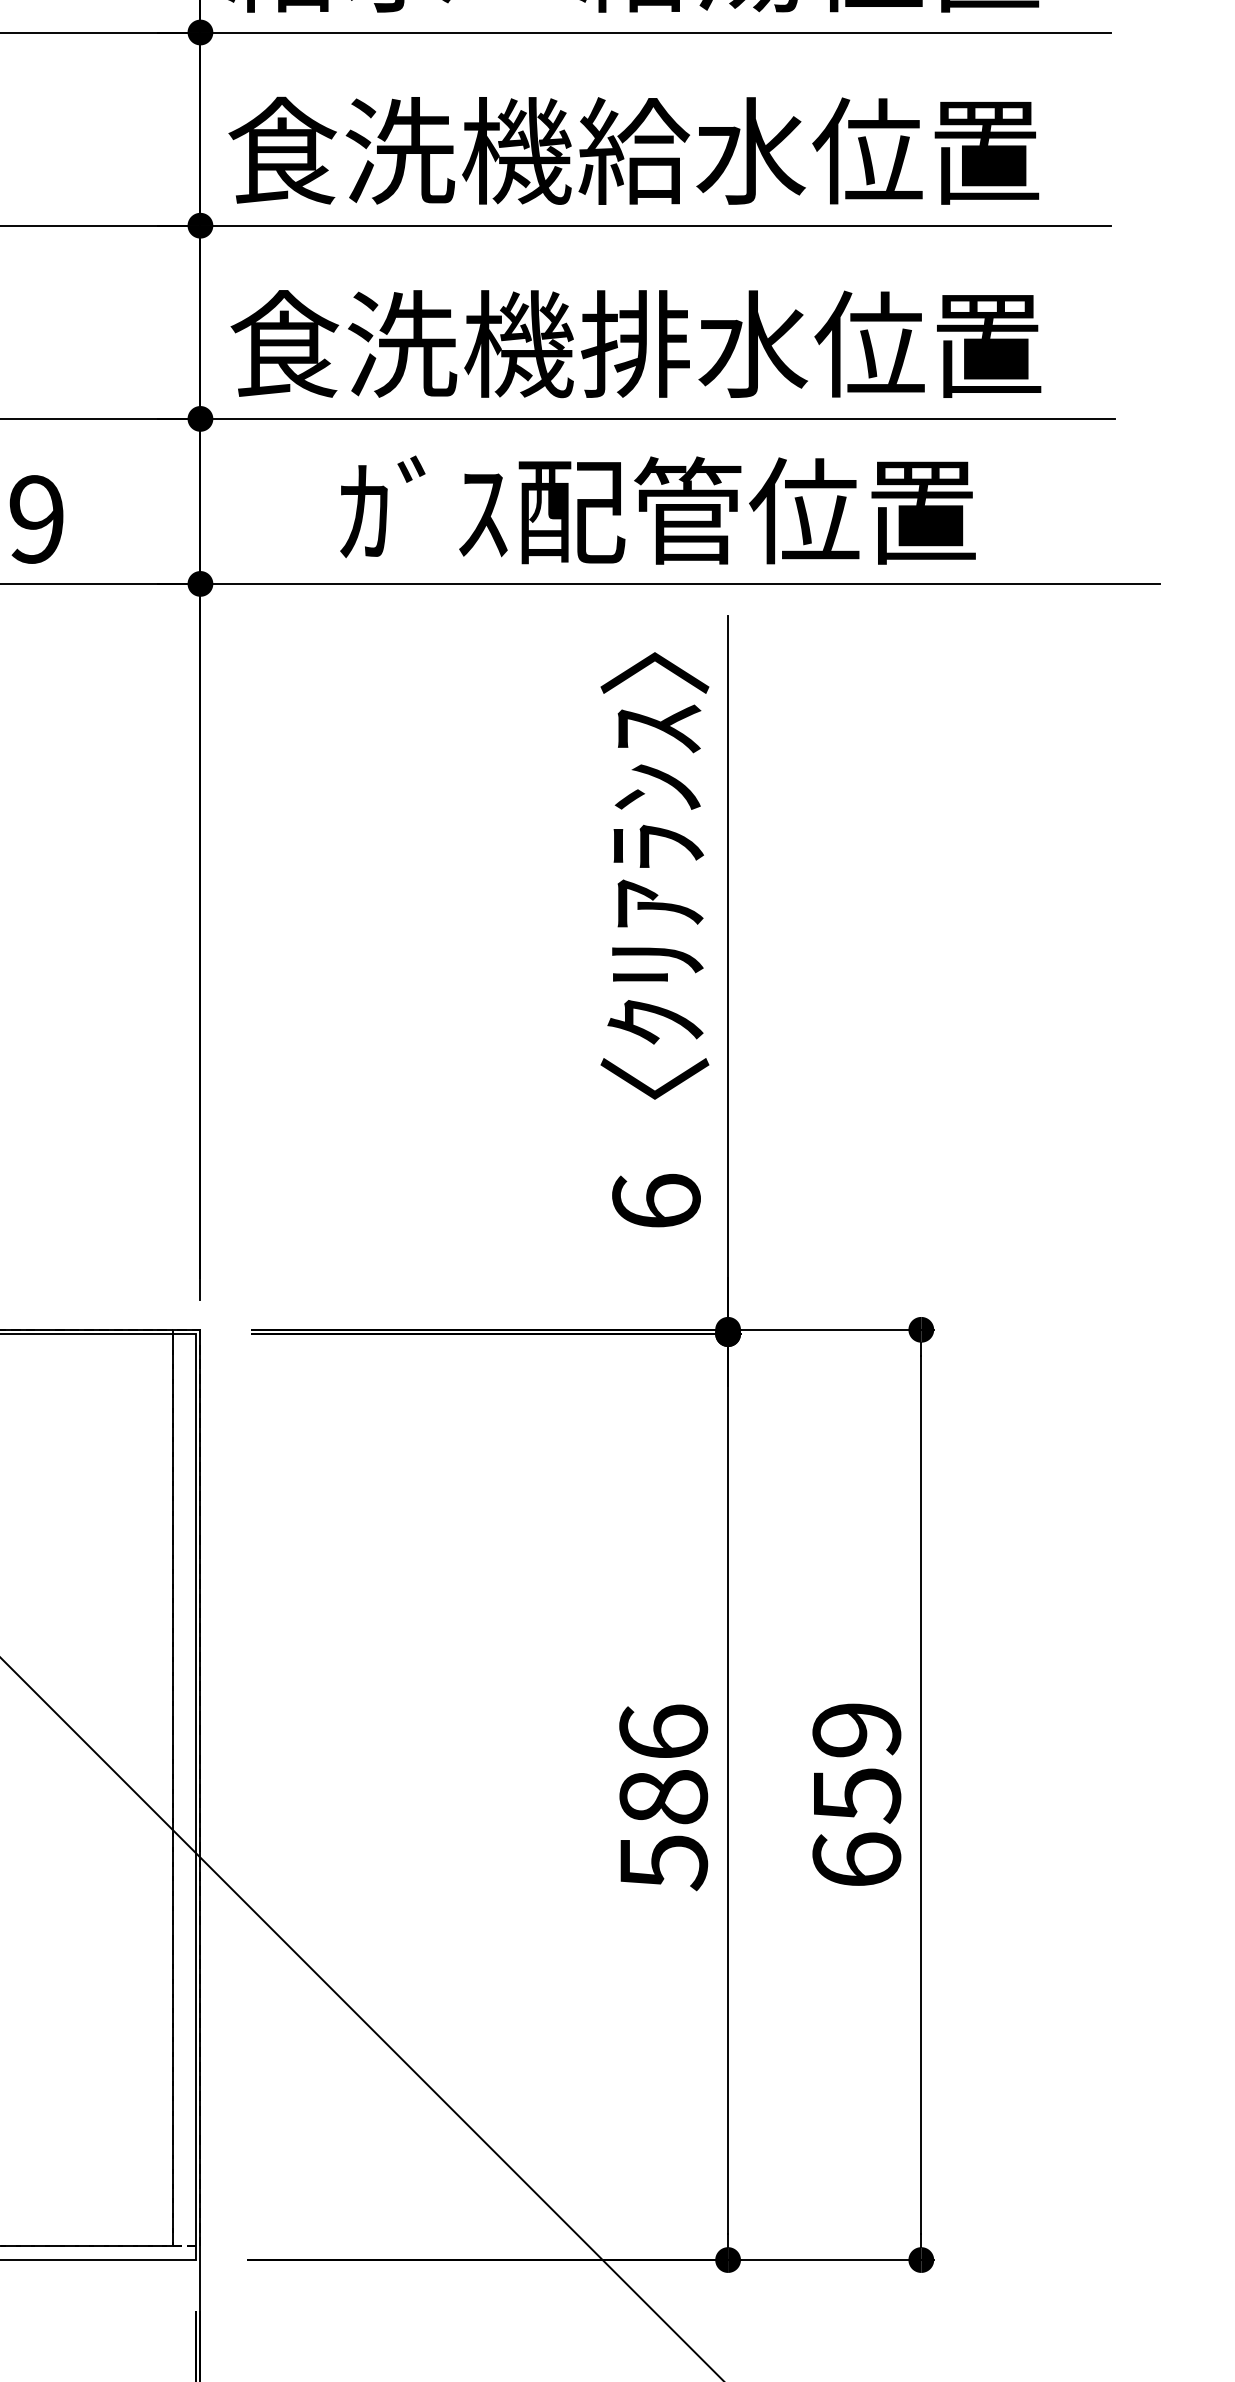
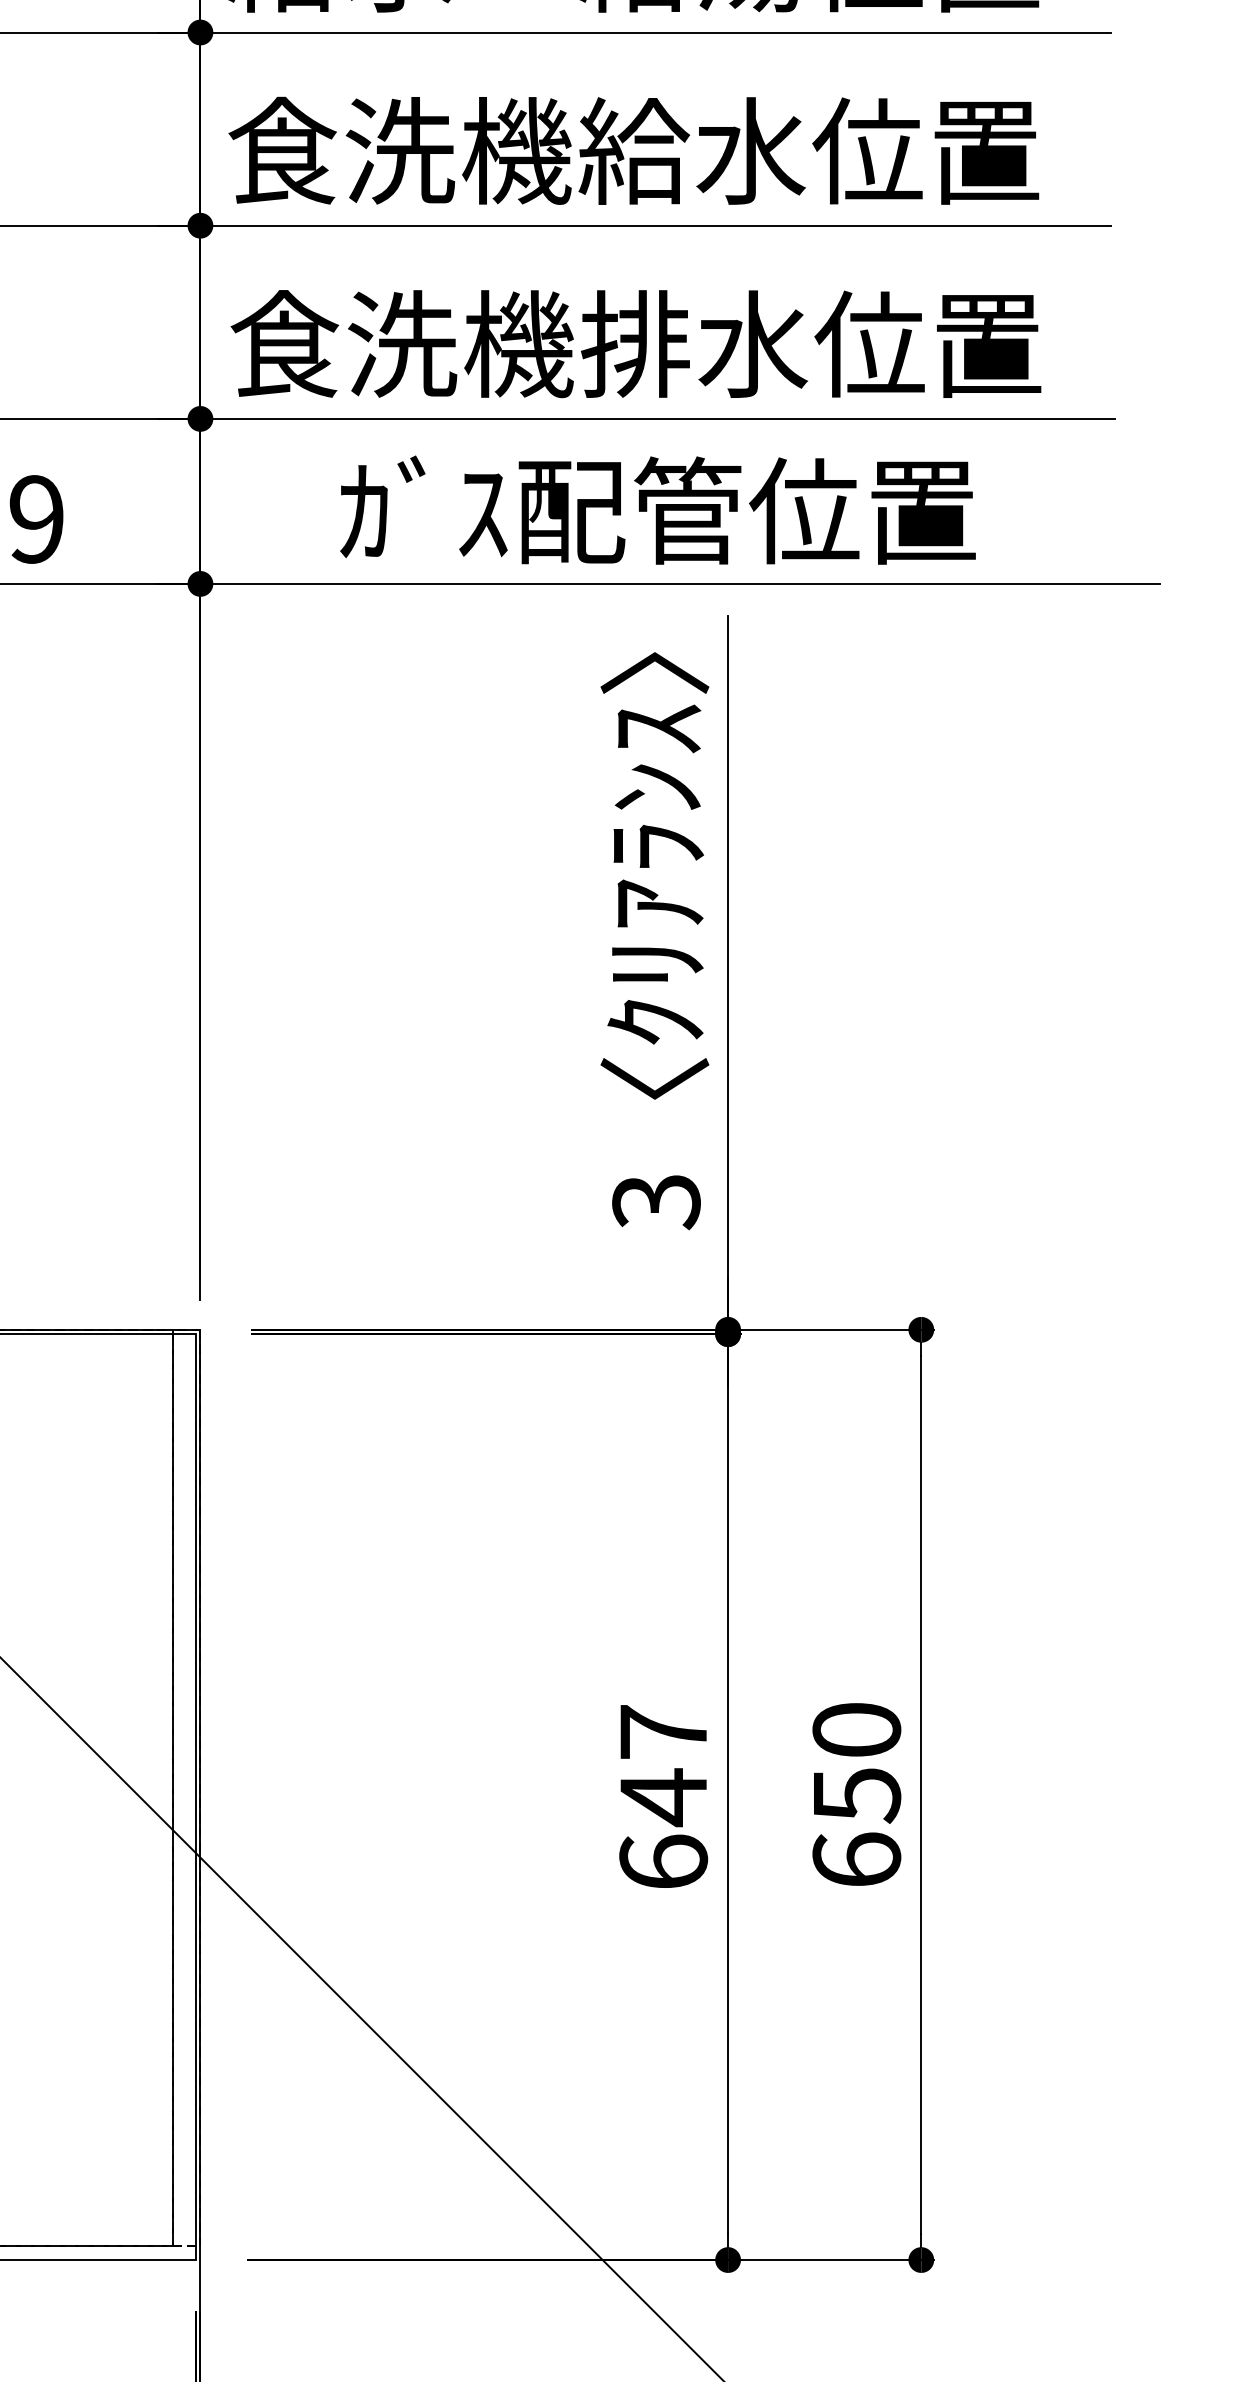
text at (656, 1202): 6 -> 3
text at (856, 1730): 659 -> 650
text at (663, 1797): 586 -> 647
